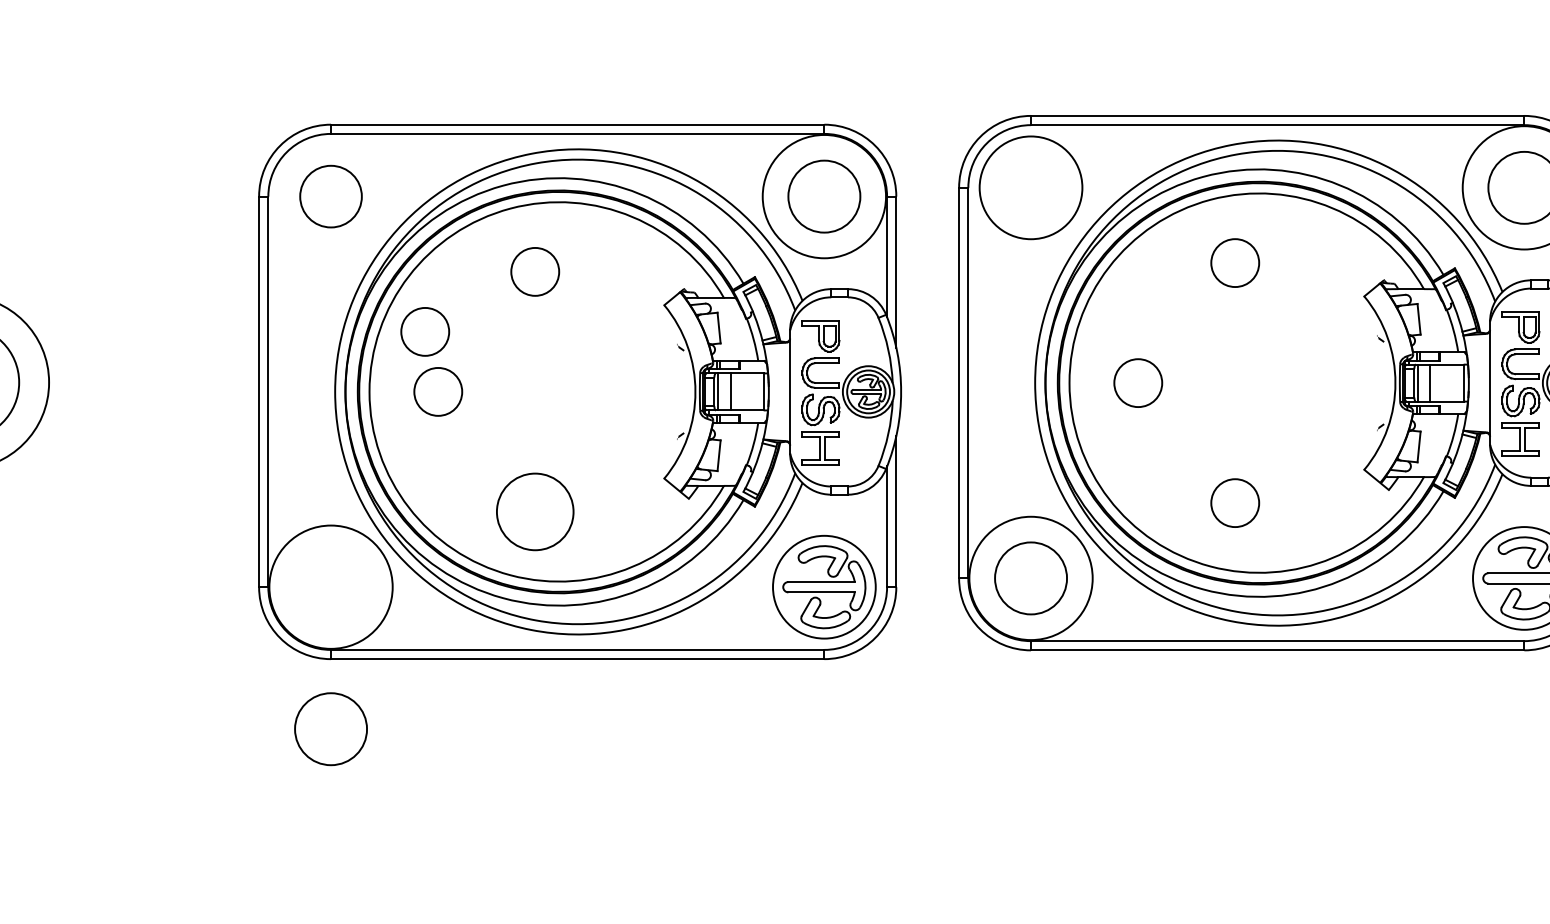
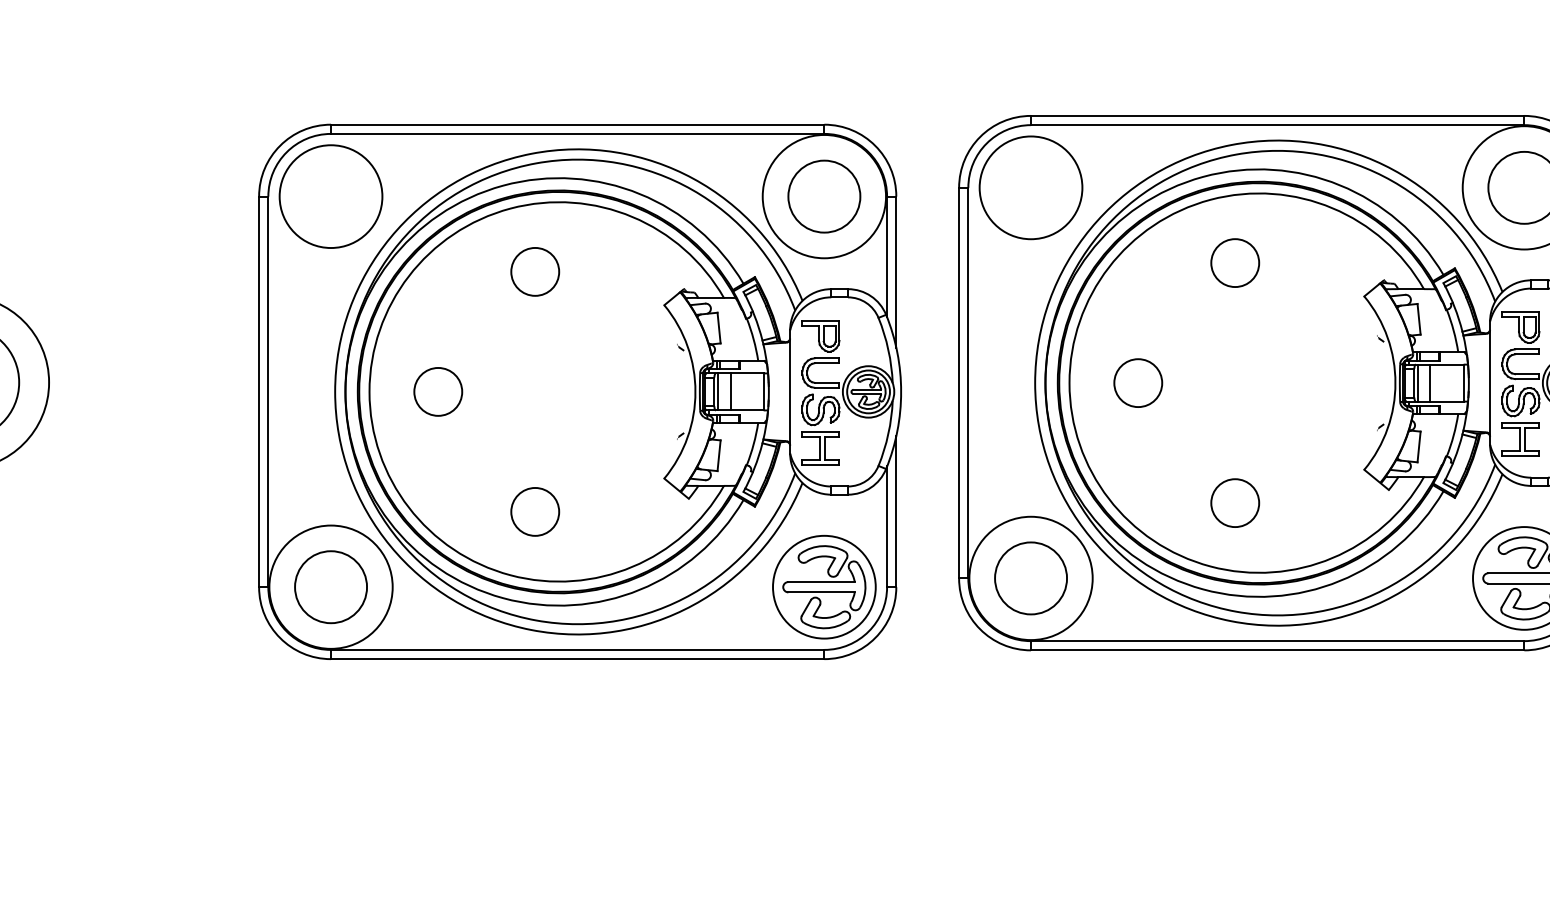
circle at (330, 196) diameter: 62 px -> 103 px
circle at (425, 331): present -> none
circle at (534, 511) diameter: 77 px -> 48 px
circle at (330, 729) position: (330, 729) -> (330, 587)
